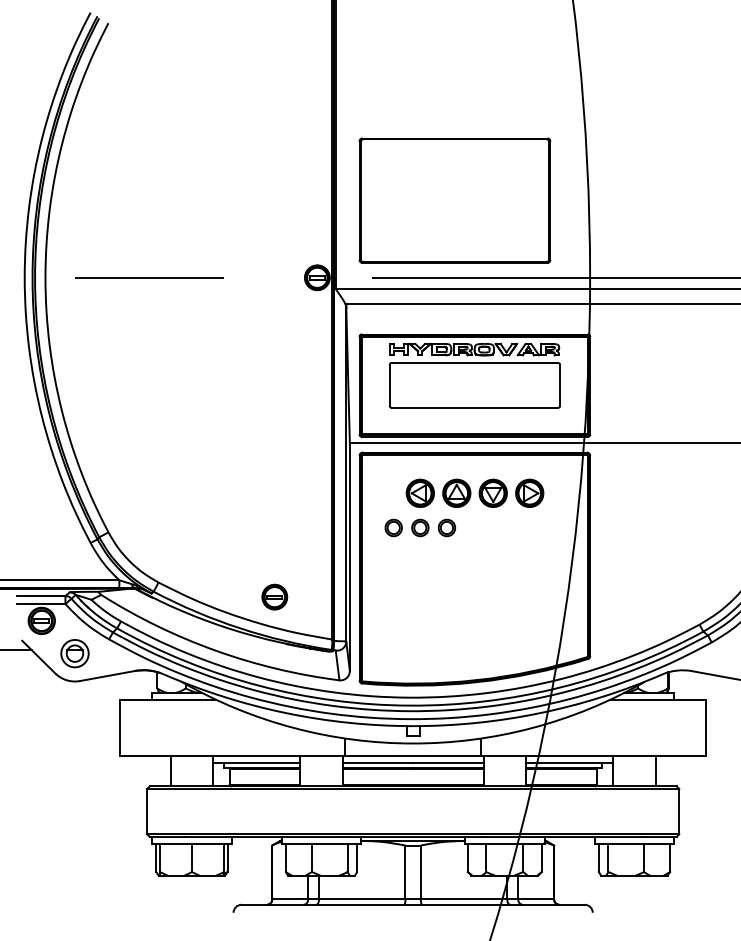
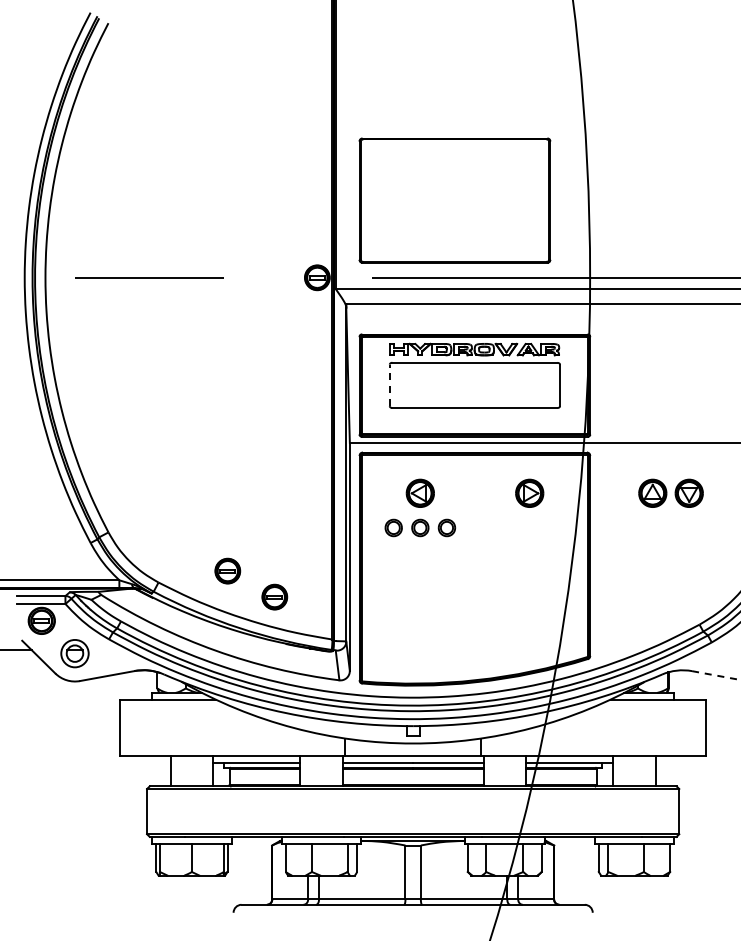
line at (389, 385): solid -> dashed
part at (474, 492) position: (474, 492) -> (670, 492)
part at (227, 570): none -> present
line at (716, 675): solid -> dashed
